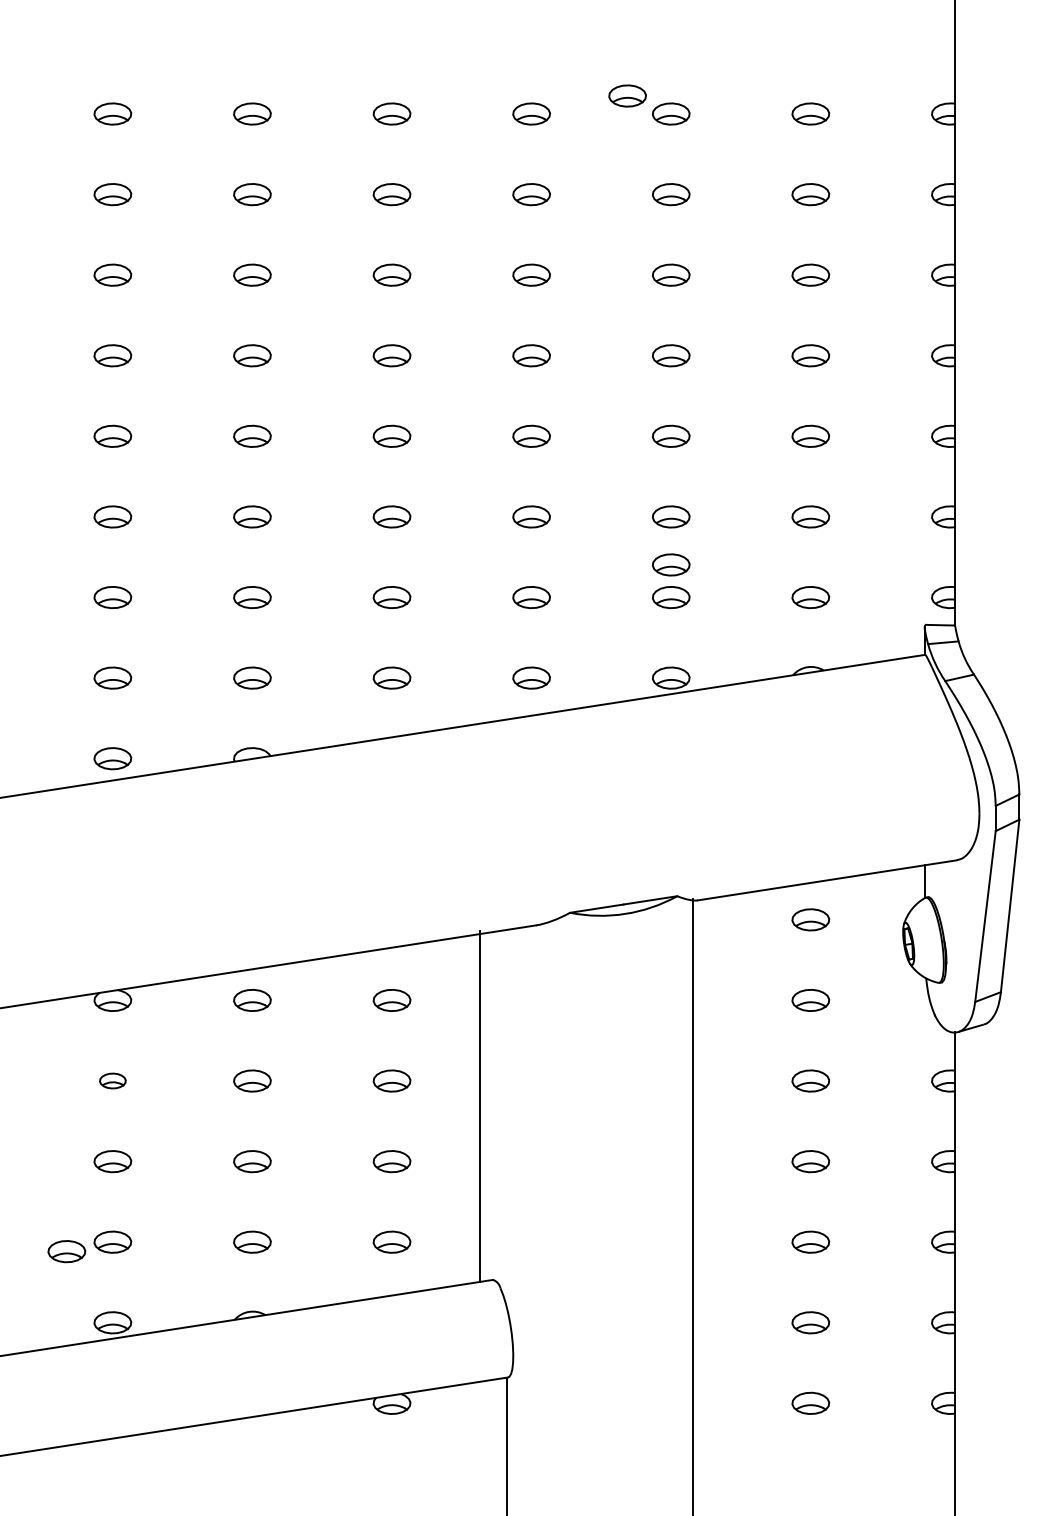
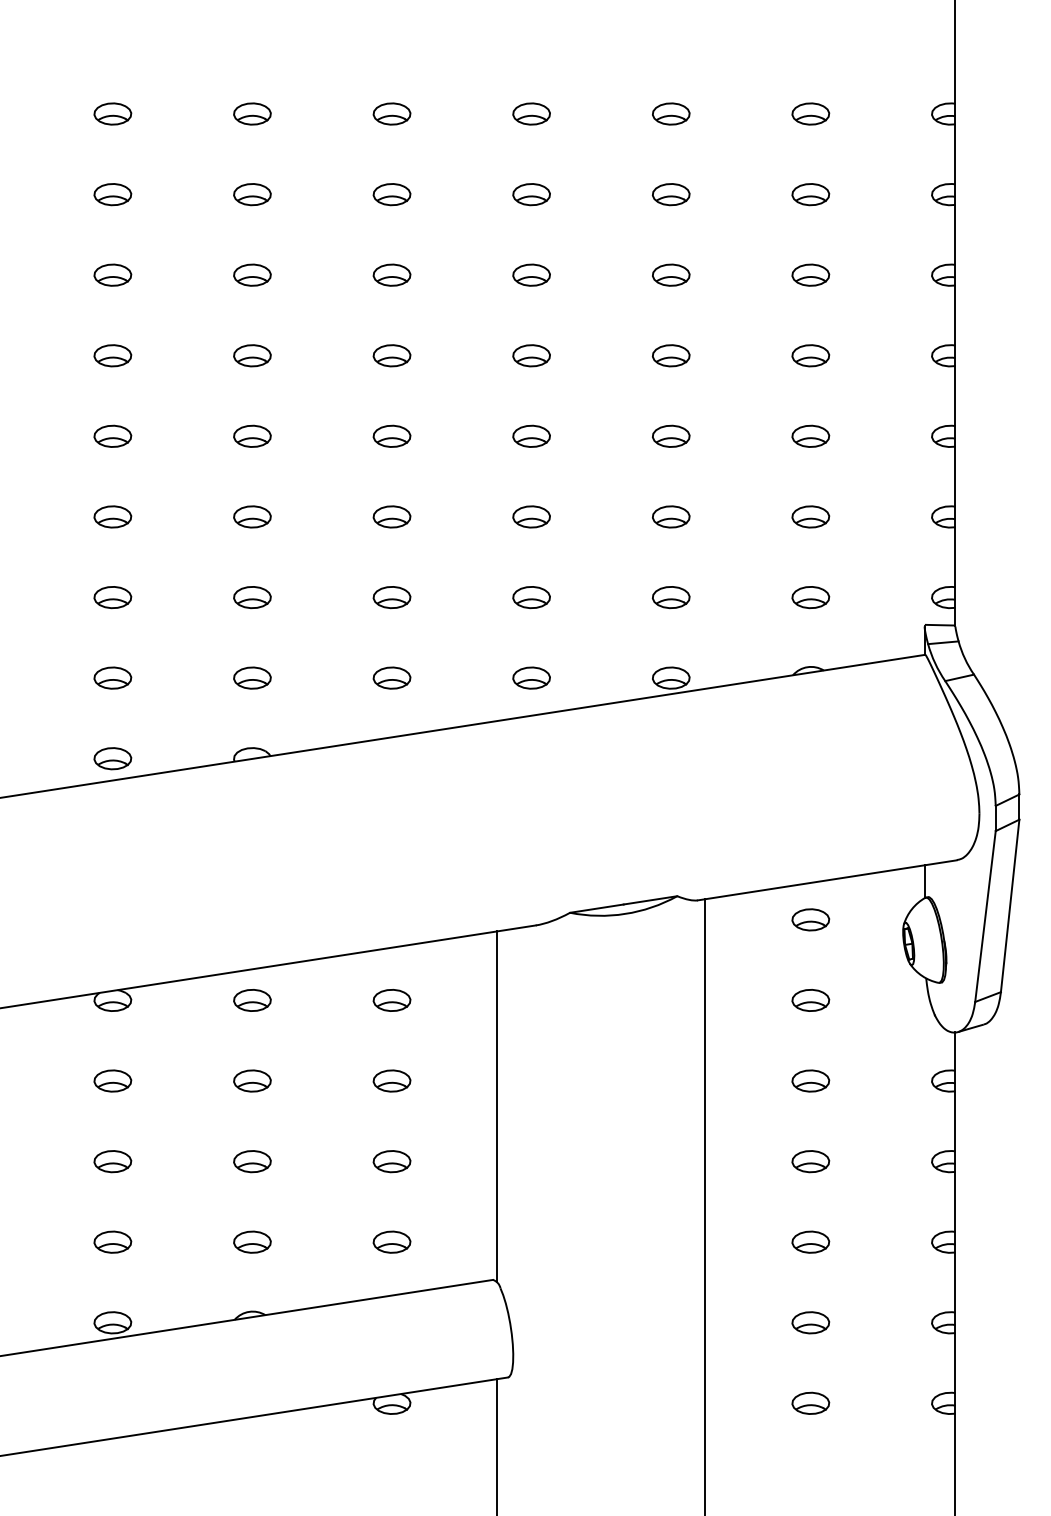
part at (627, 95): present -> none
part at (671, 564): present -> none
part at (112, 1080) size: 28x18 px -> 40x24 px
line at (479, 1106) position: (479, 1106) -> (496, 1106)
line at (692, 1205) position: (692, 1205) -> (704, 1205)
part at (66, 1251): present -> none
line at (506, 1445) position: (506, 1445) -> (496, 1445)
